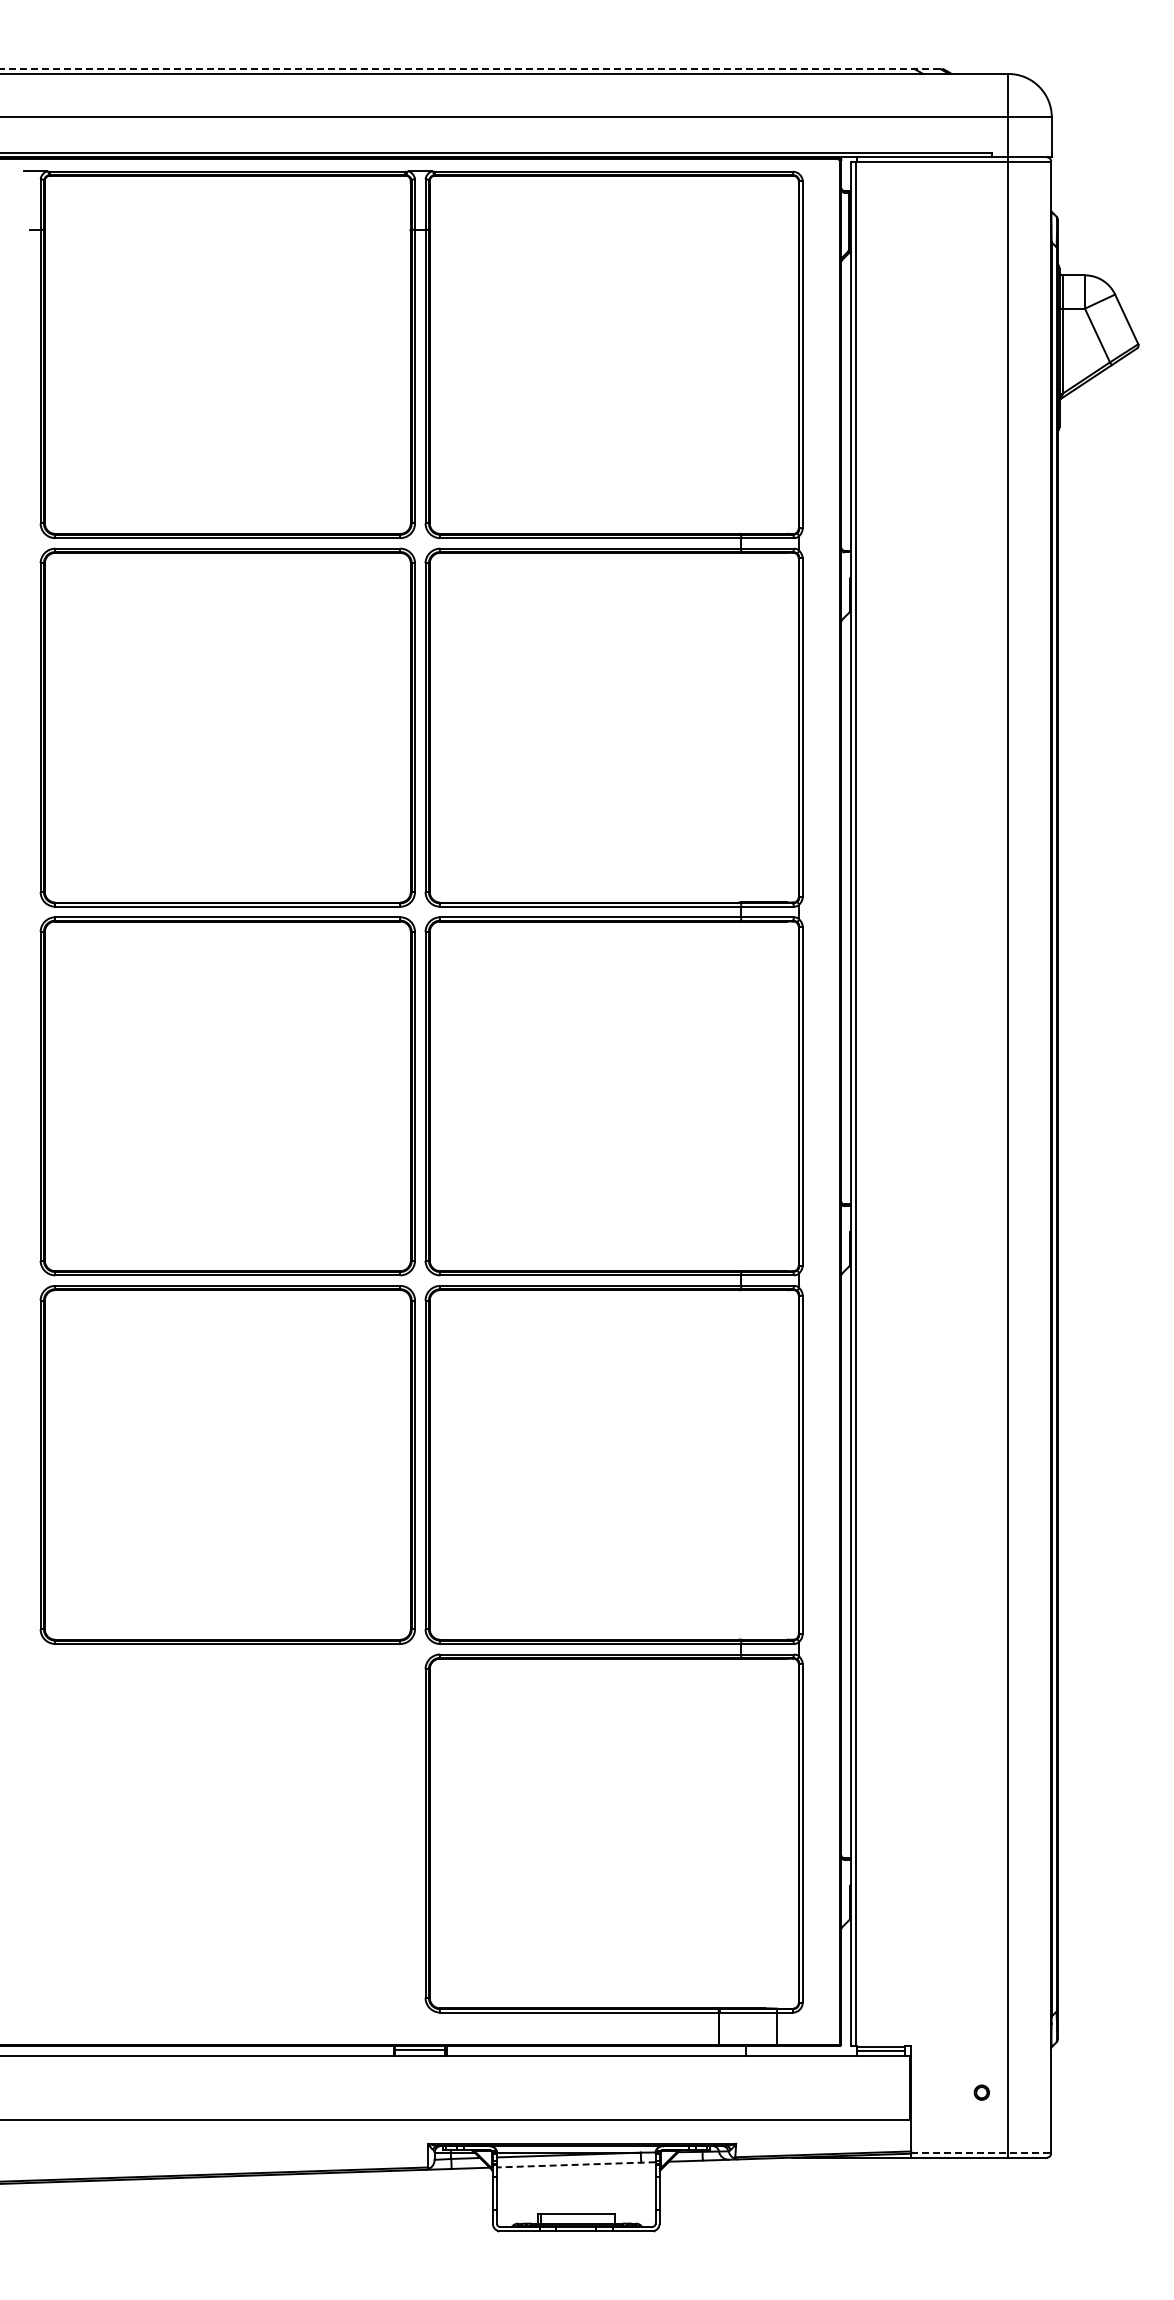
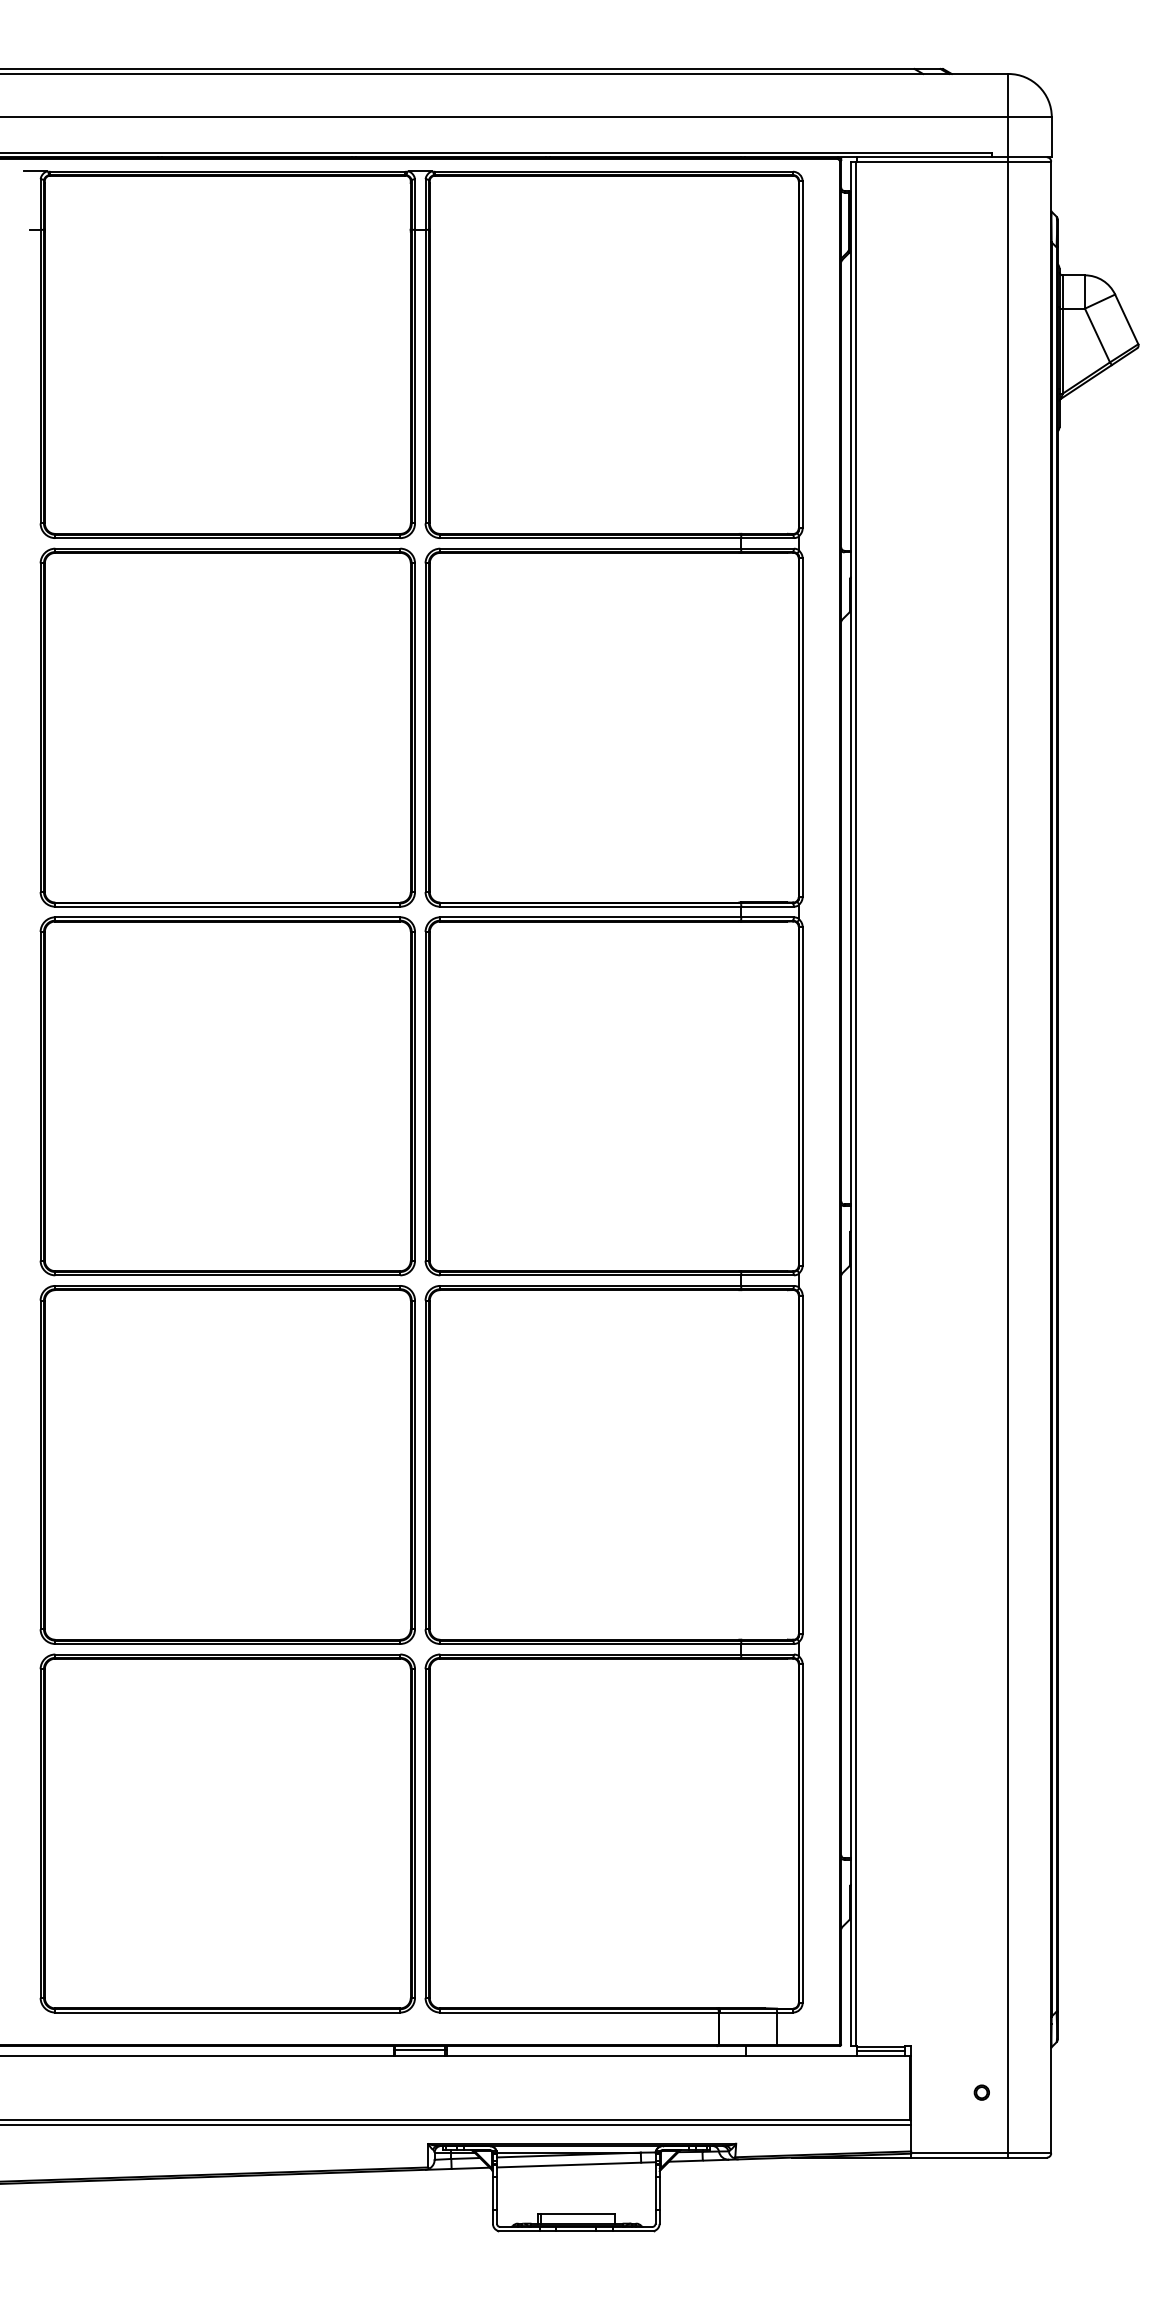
line at (472, 68): dashed -> solid
part at (227, 1833): none -> present
line at (456, 2124): none -> present
line at (981, 2153): dashed -> solid
line at (575, 2164): dashed -> solid
